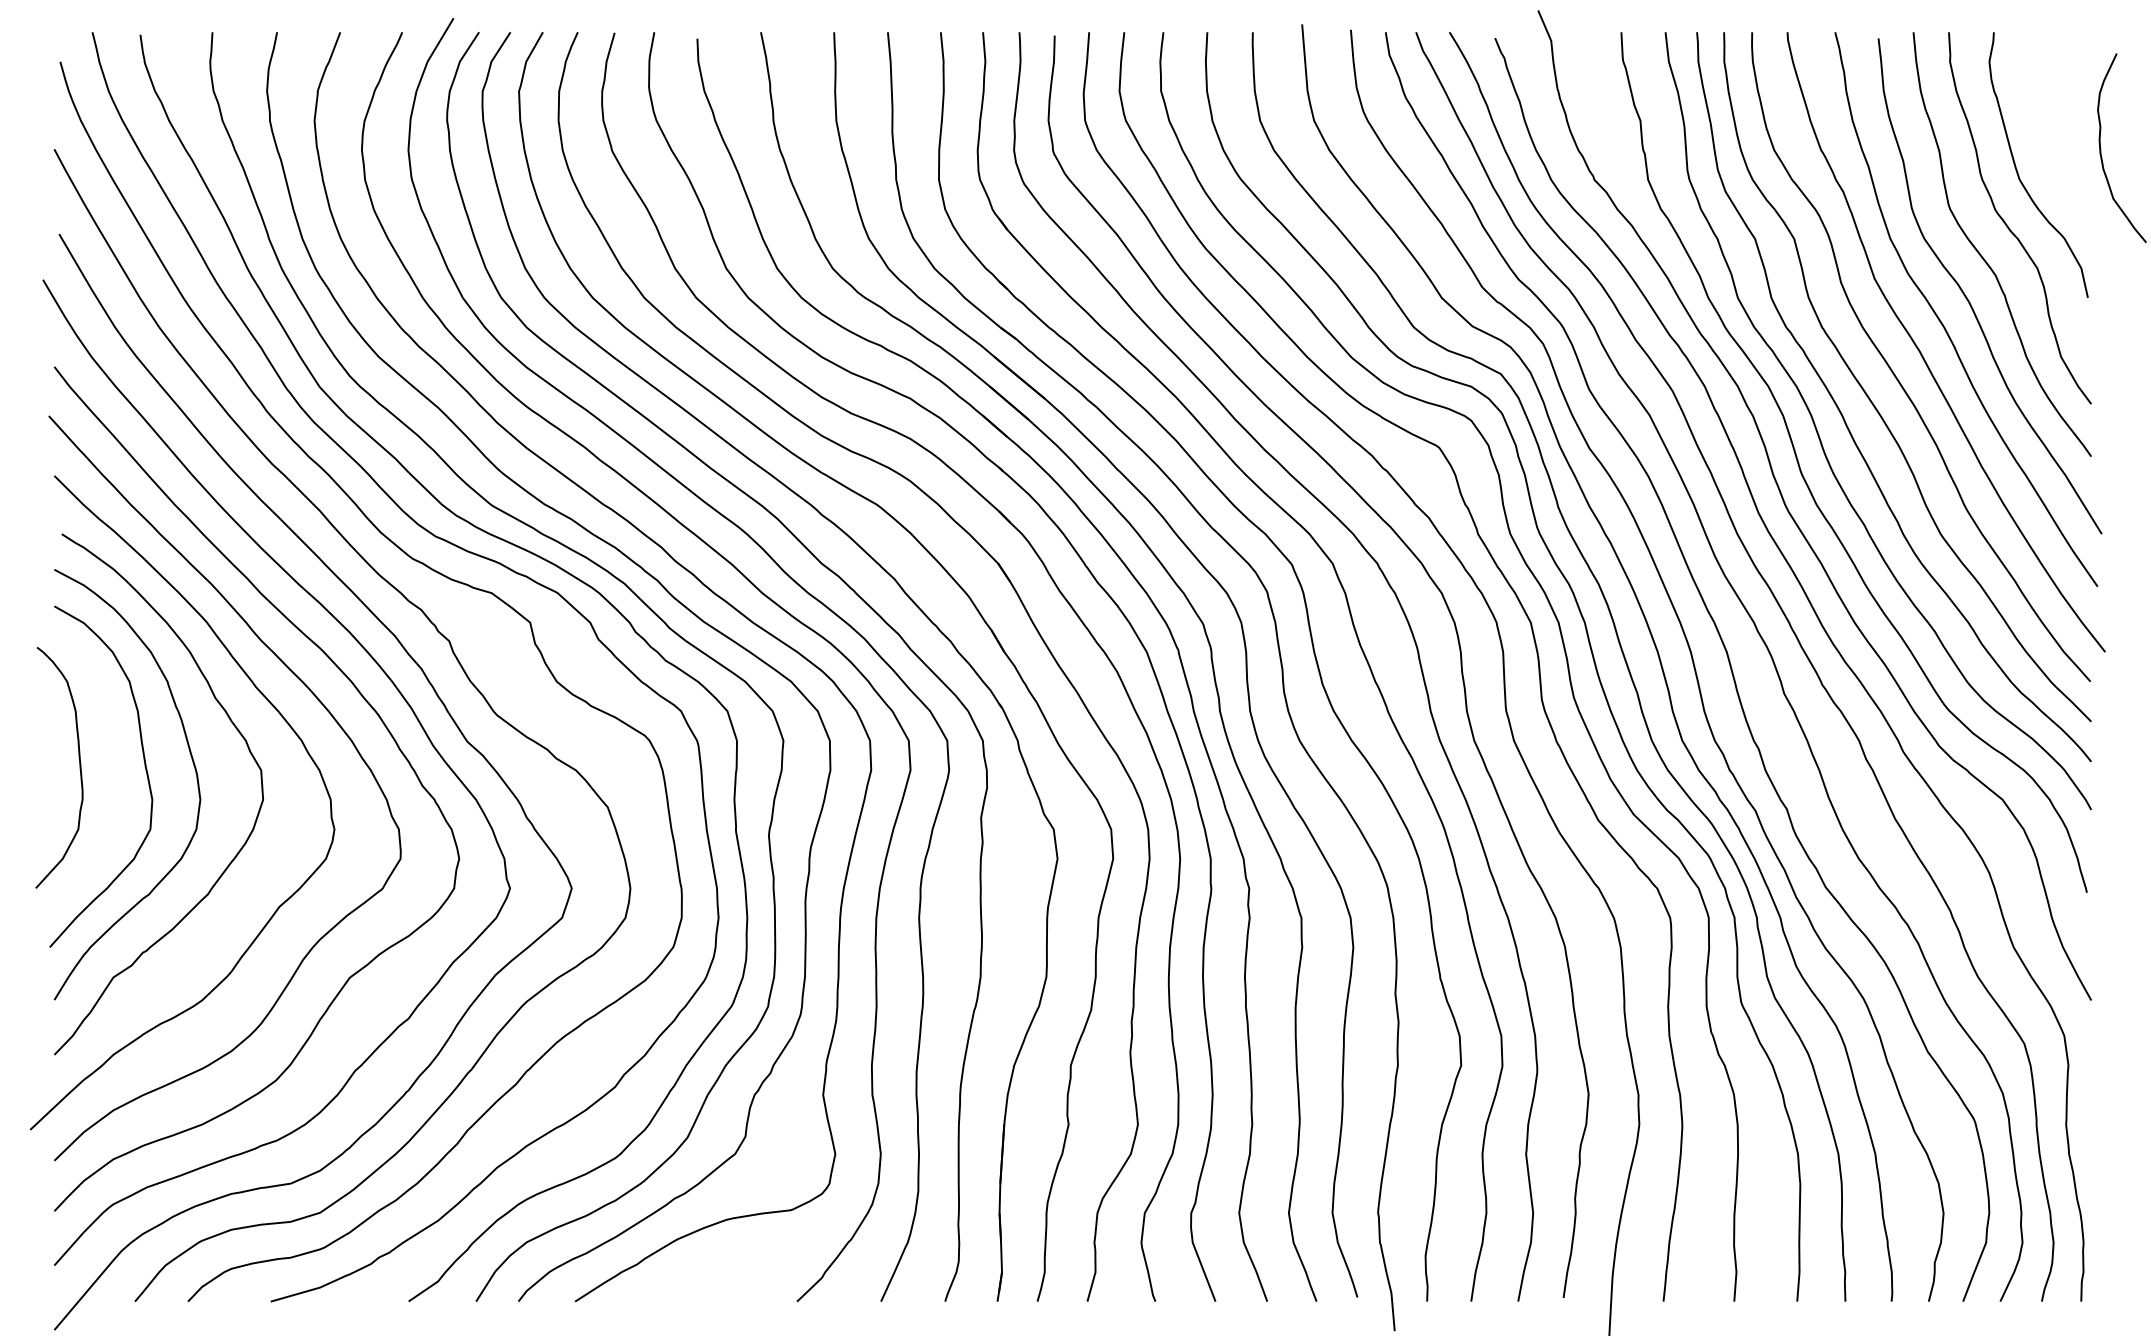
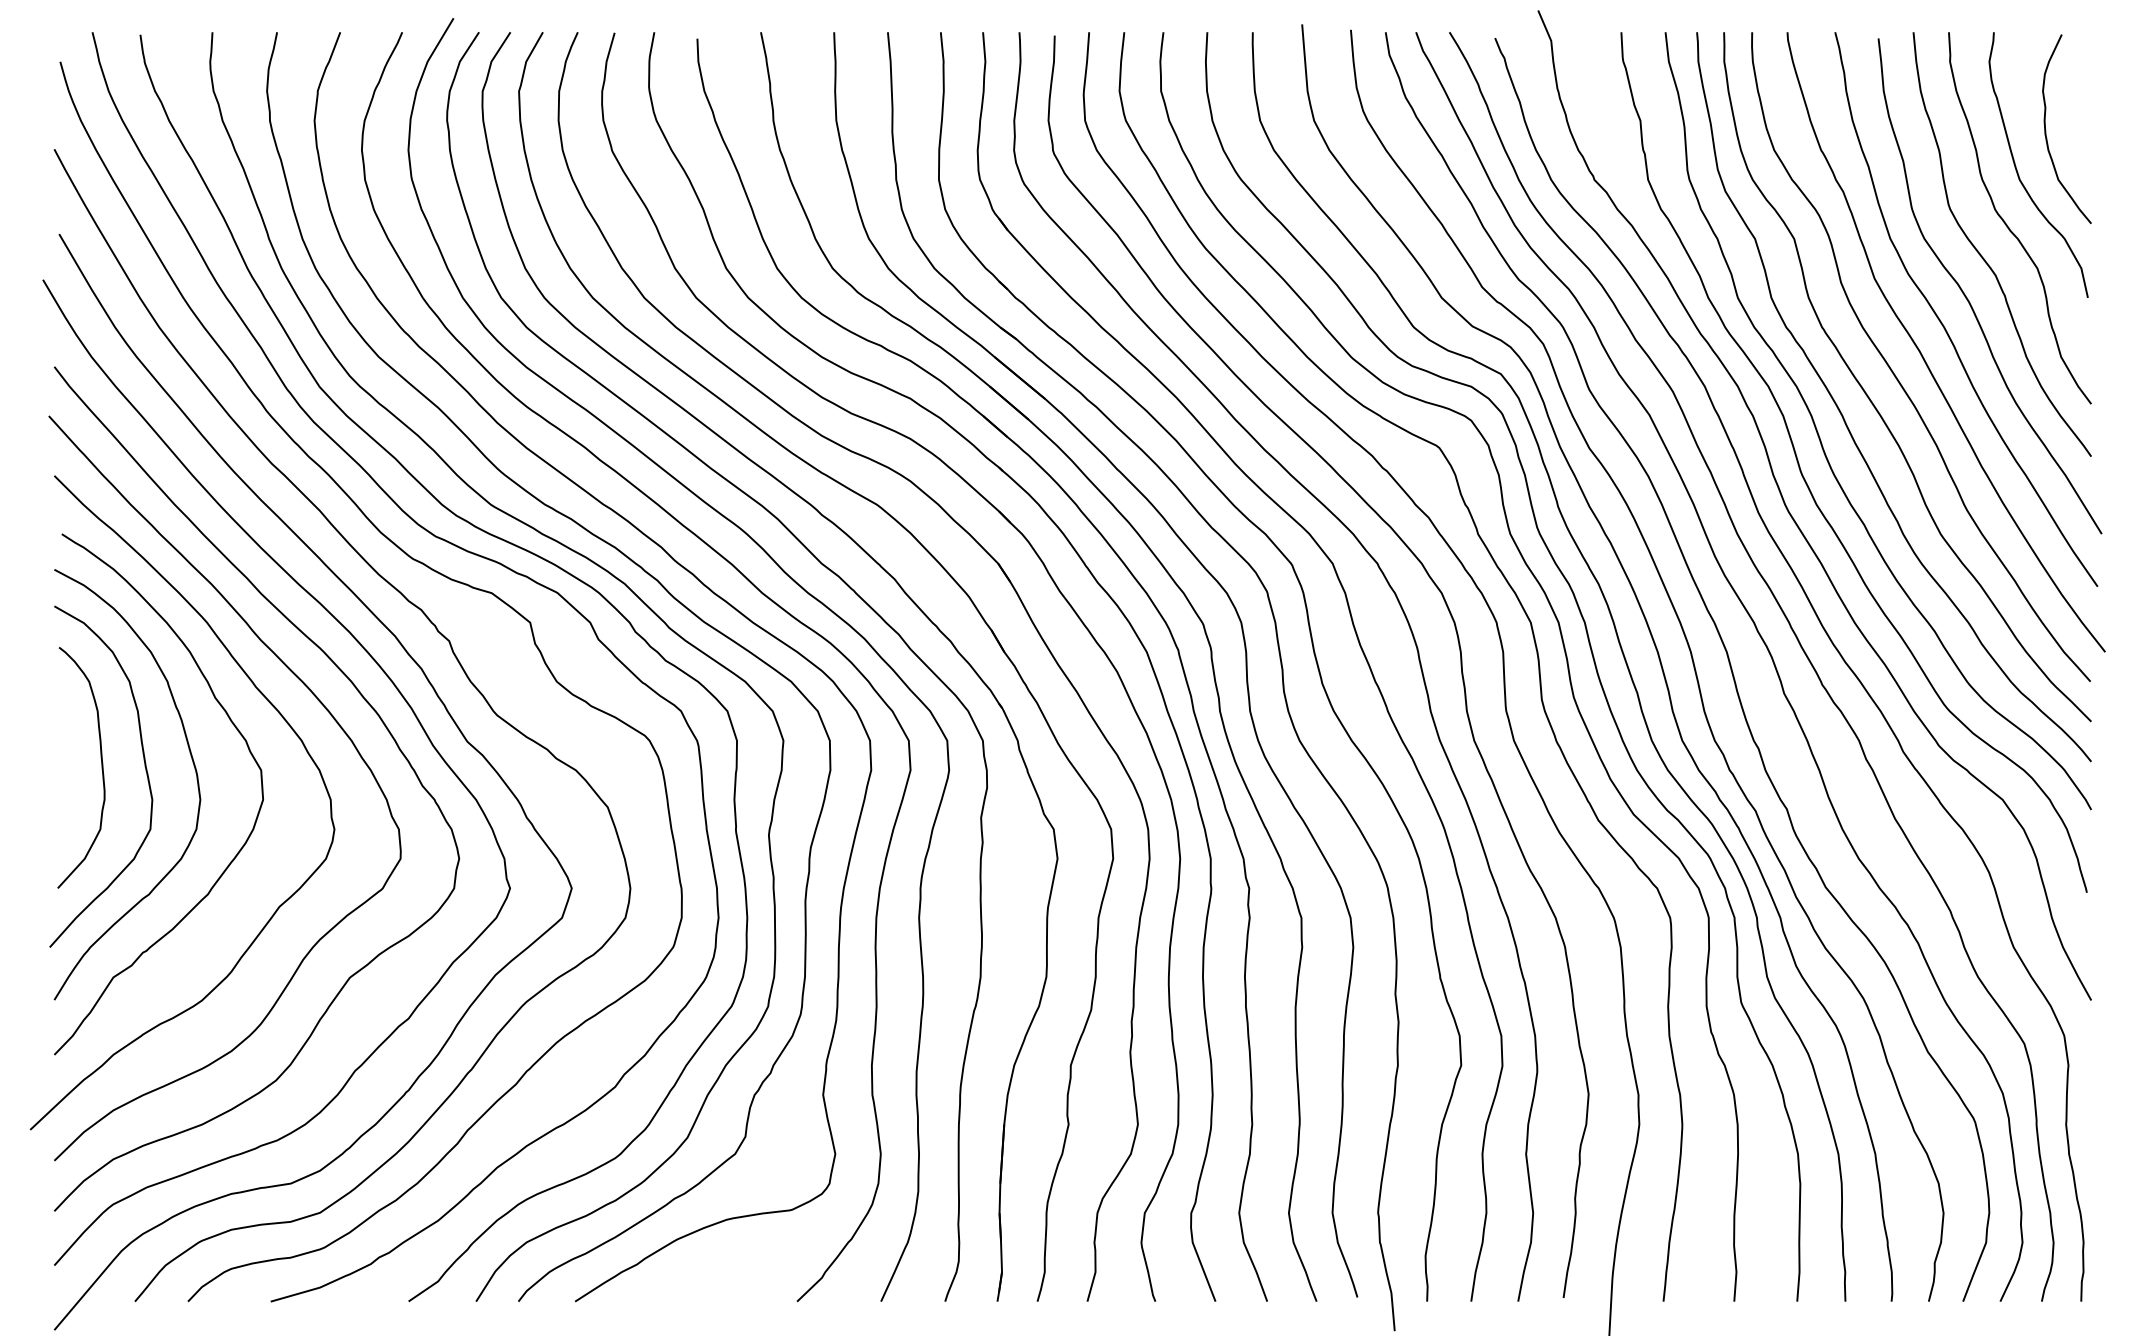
curve at (2101, 148) position: (2101, 148) -> (2046, 129)
curve at (79, 767) position: (79, 767) -> (101, 767)
